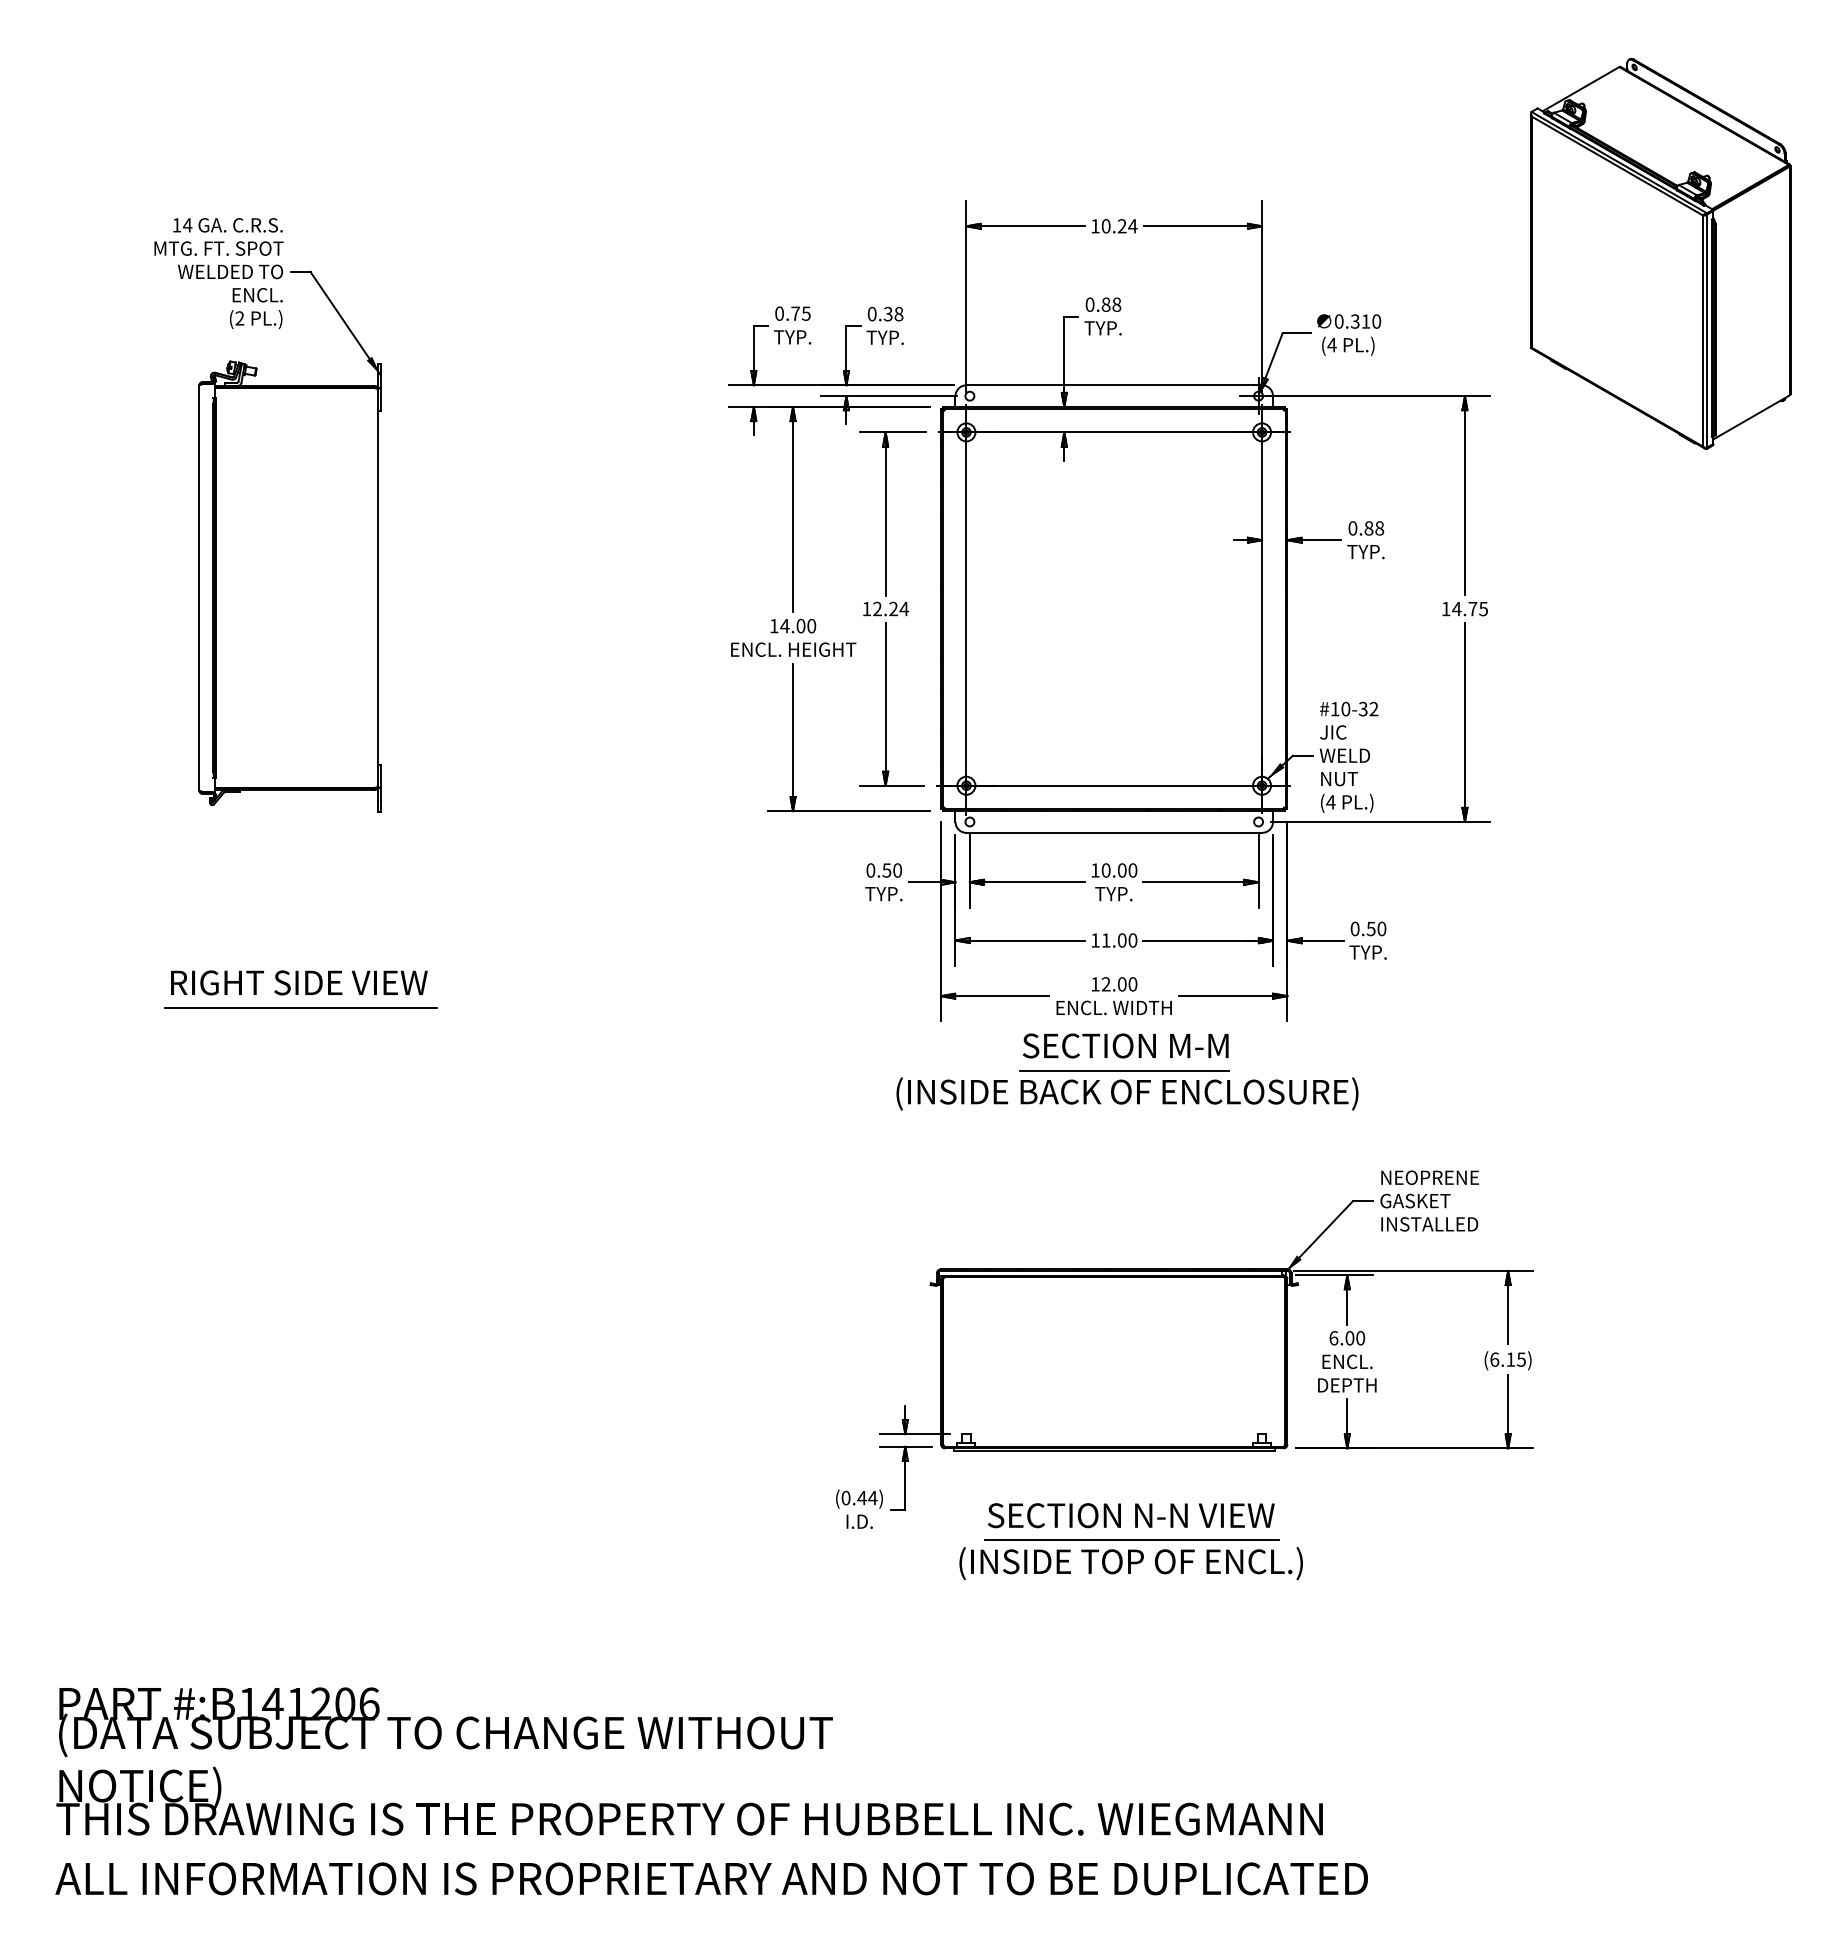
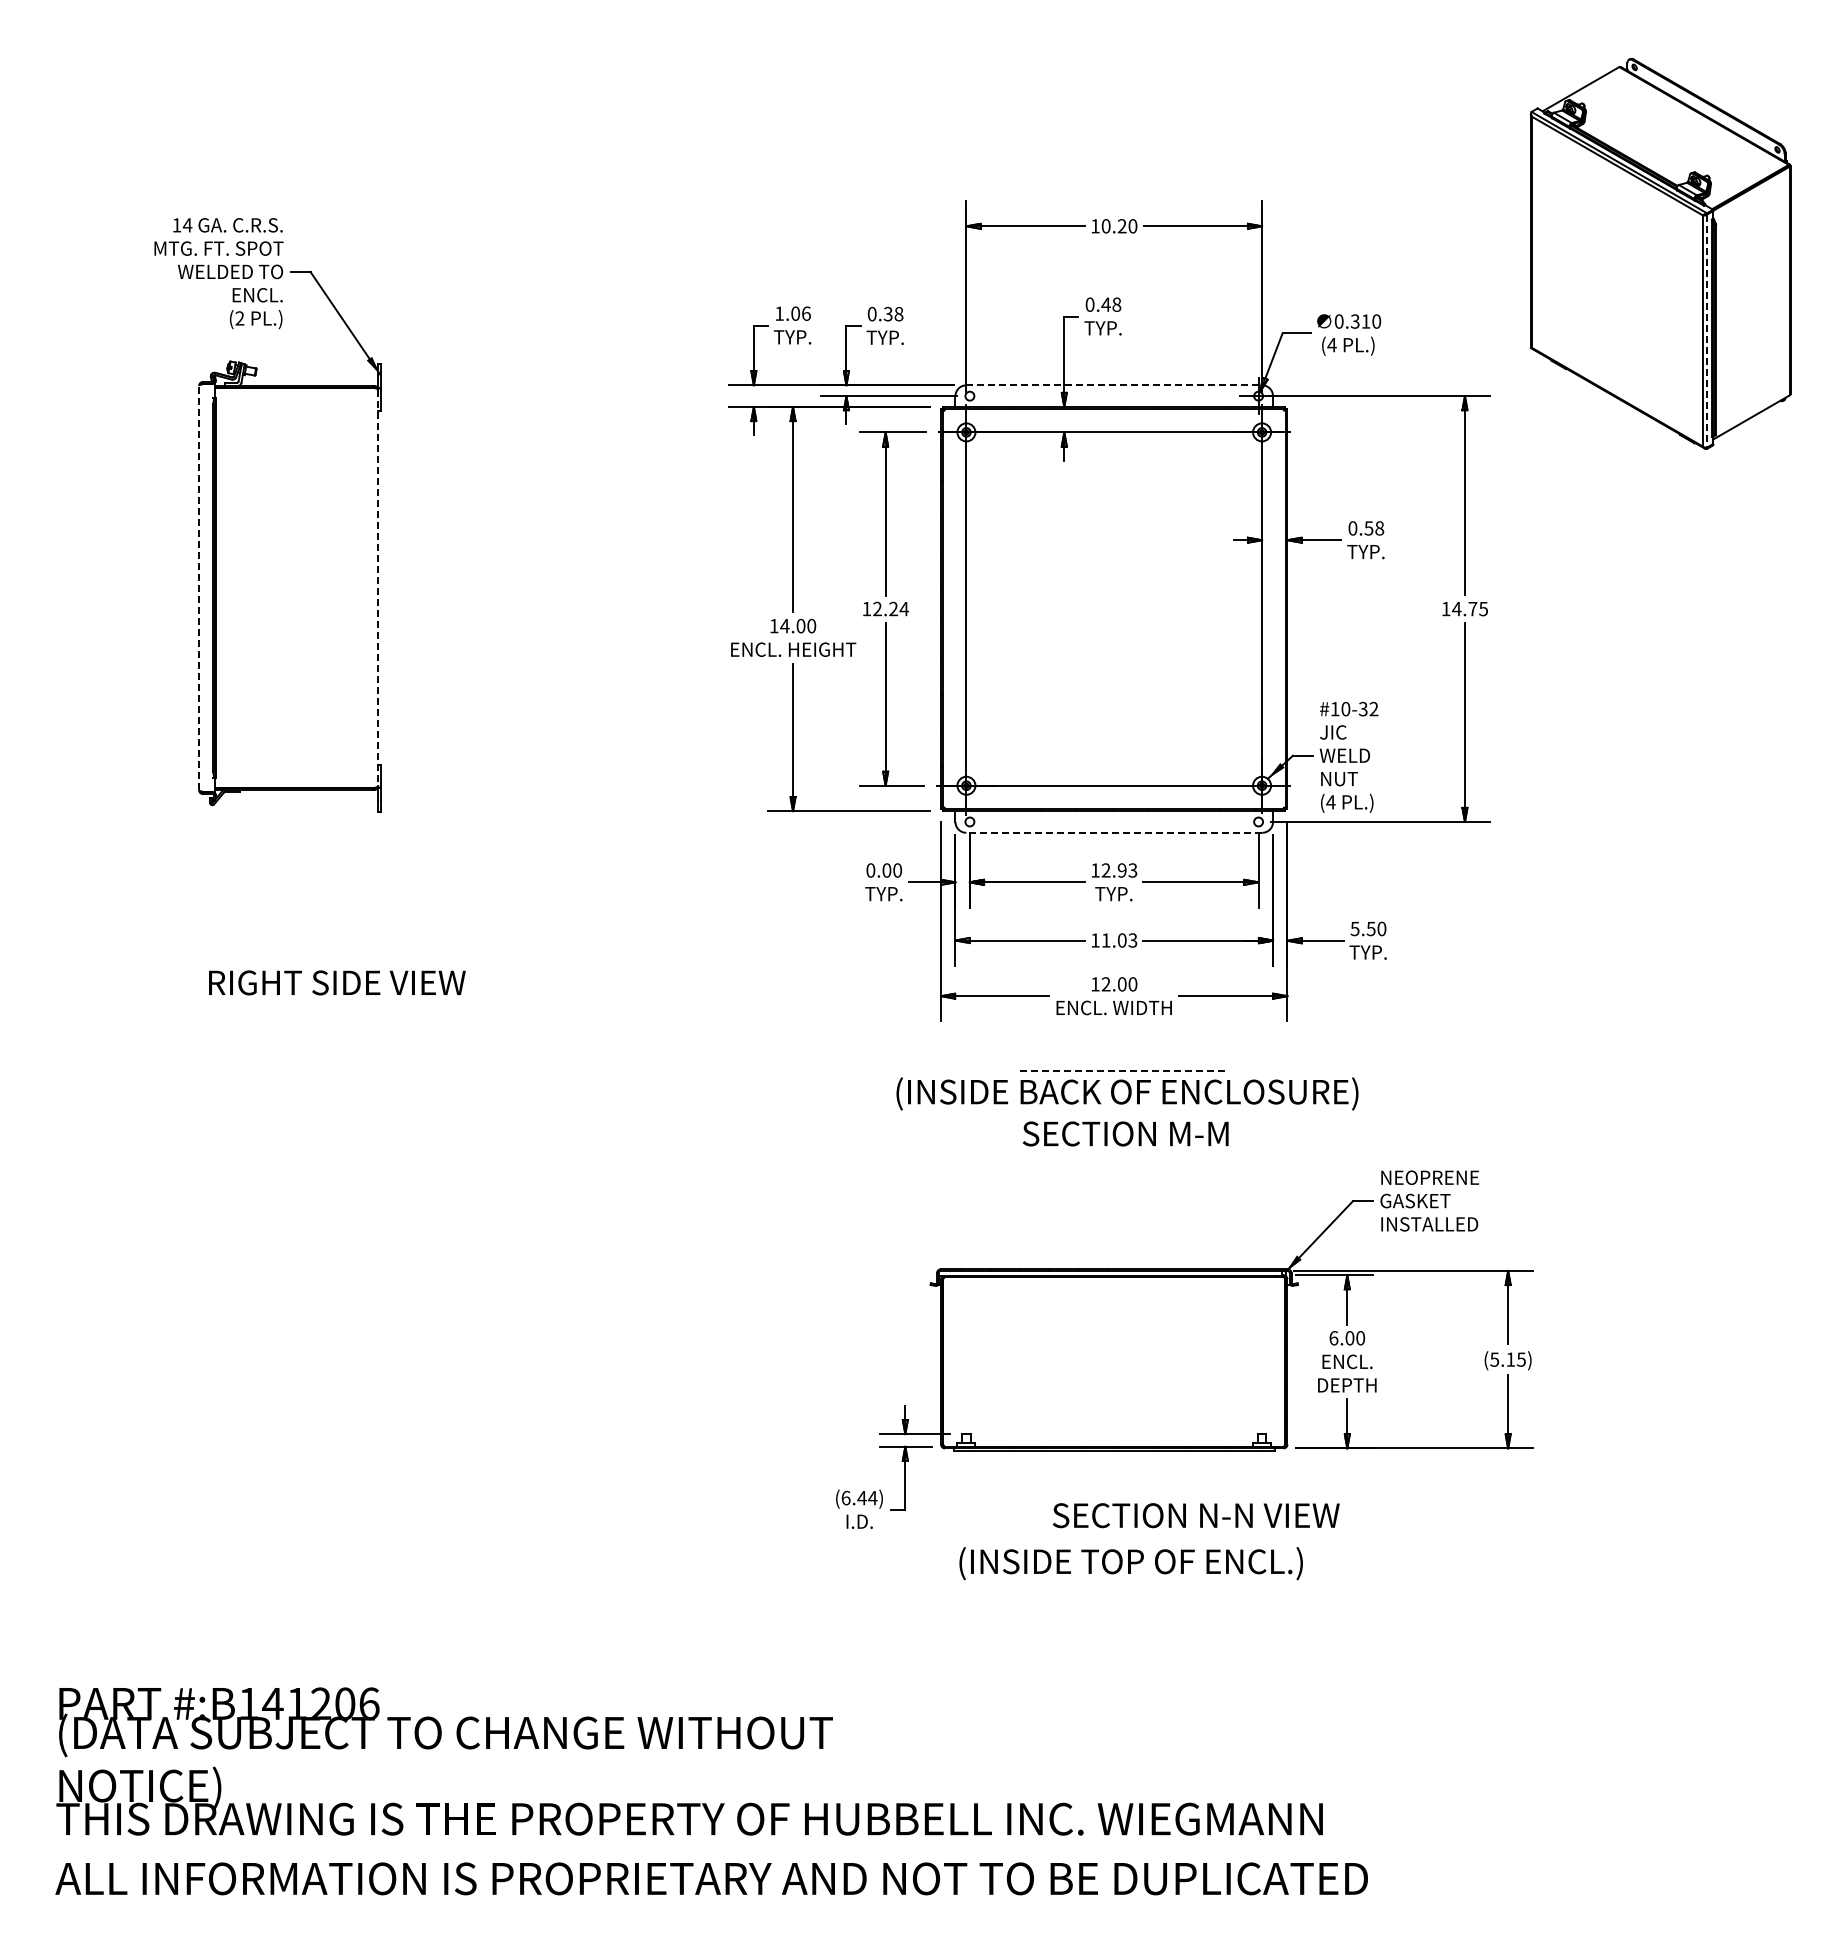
text at (1132, 226): 10.24 -> 10.20
text at (1105, 304): 0.88 -> 0.48
text at (792, 313): 0.75 -> 1.06
line at (1707, 331): solid -> dashed
line at (1114, 385): solid -> dashed
text at (1368, 528): 0.88 -> 0.58
line at (199, 587): solid -> dashed
line at (378, 588): solid -> dashed
line at (1114, 832): solid -> dashed
text at (886, 870): 0.50 -> 0.00
text at (1119, 870): 10.00 -> 12.93
text at (1354, 928): 0.50 -> 5.50
text at (1132, 940): 11.00 -> 11.03
text at (299, 982) position: (299, 982) -> (337, 982)
line at (300, 1007): present -> none
text at (1125, 1045) position: (1125, 1045) -> (1125, 1133)
line at (1124, 1070): solid -> dashed
text at (1494, 1359): (6.15) -> (5.15)
text at (845, 1497): (0.44) -> (6.44)
text at (1131, 1515) position: (1131, 1515) -> (1196, 1515)
line at (1131, 1540): present -> none
